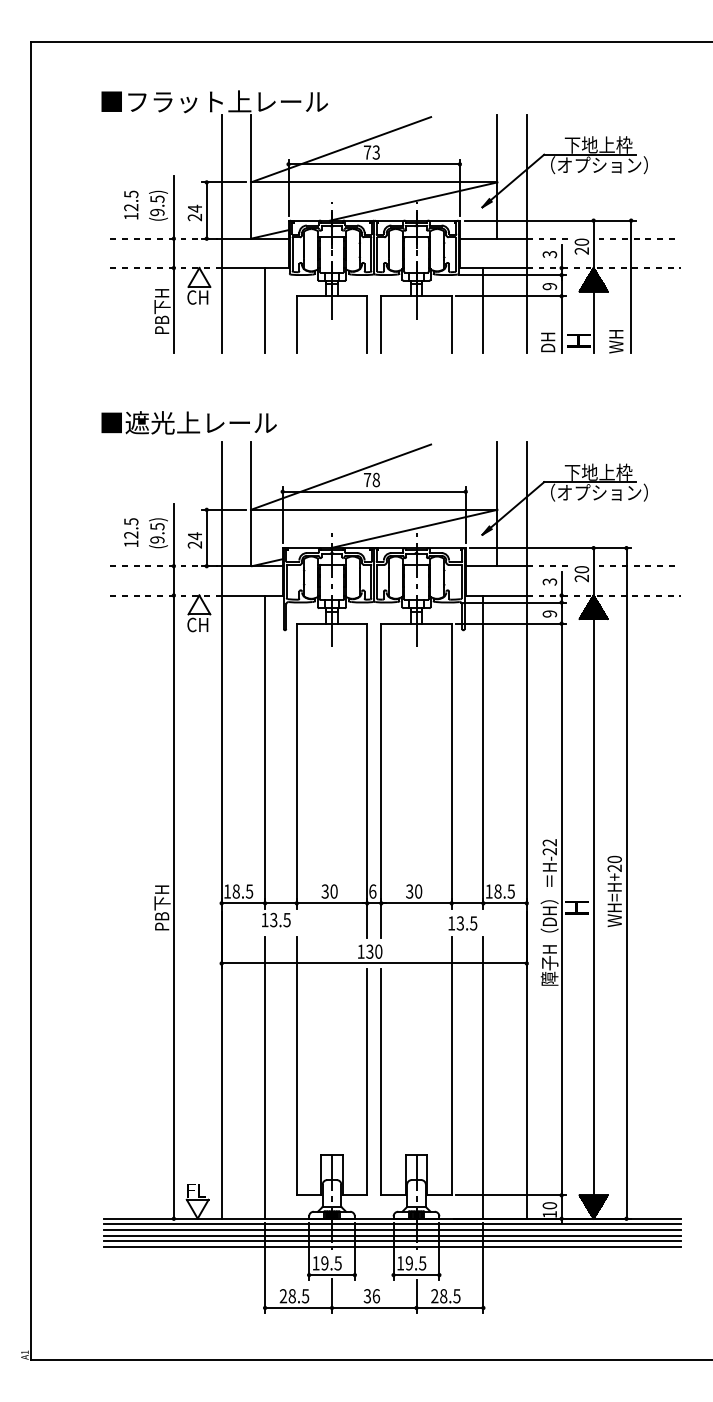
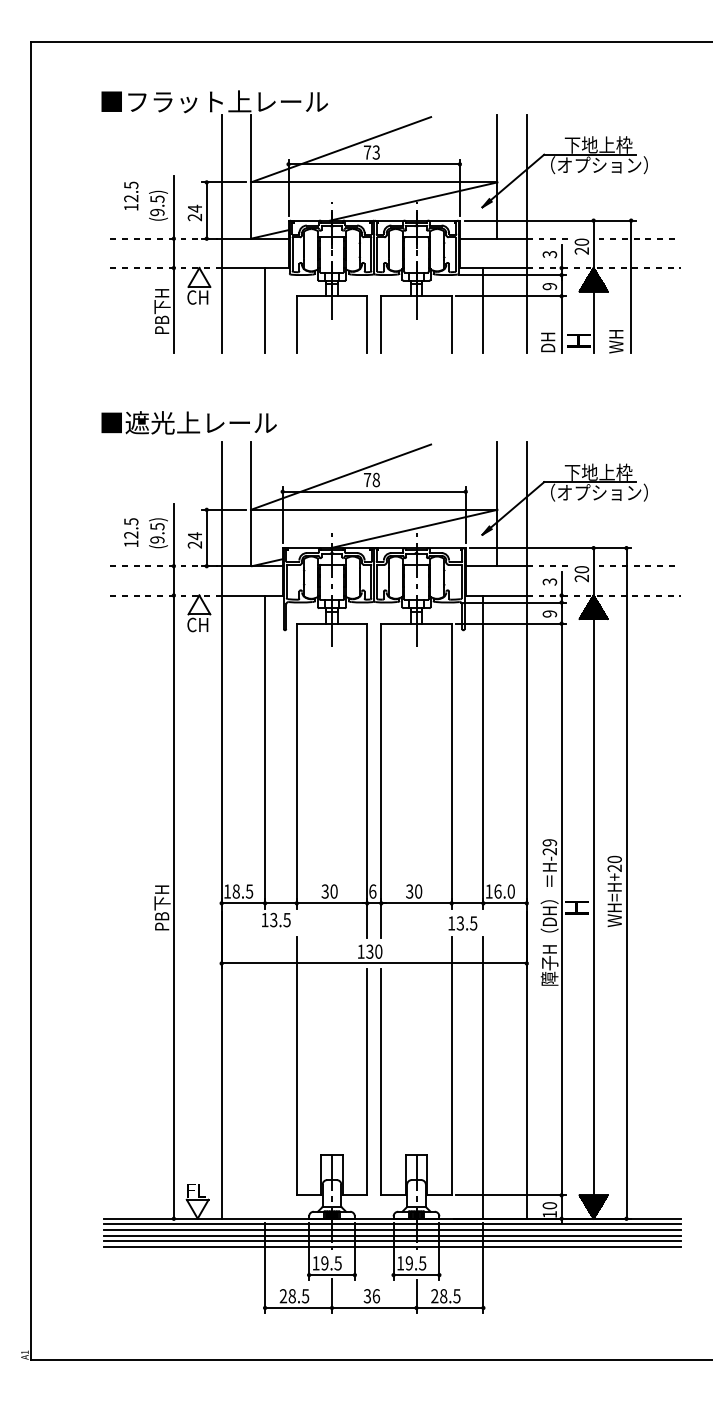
text at (131, 204) position: (131, 204) -> (131, 195)
text at (550, 842): H-22 -> H-29
text at (504, 891): 18.5 -> 16.0
line at (265, 1077): present -> none
